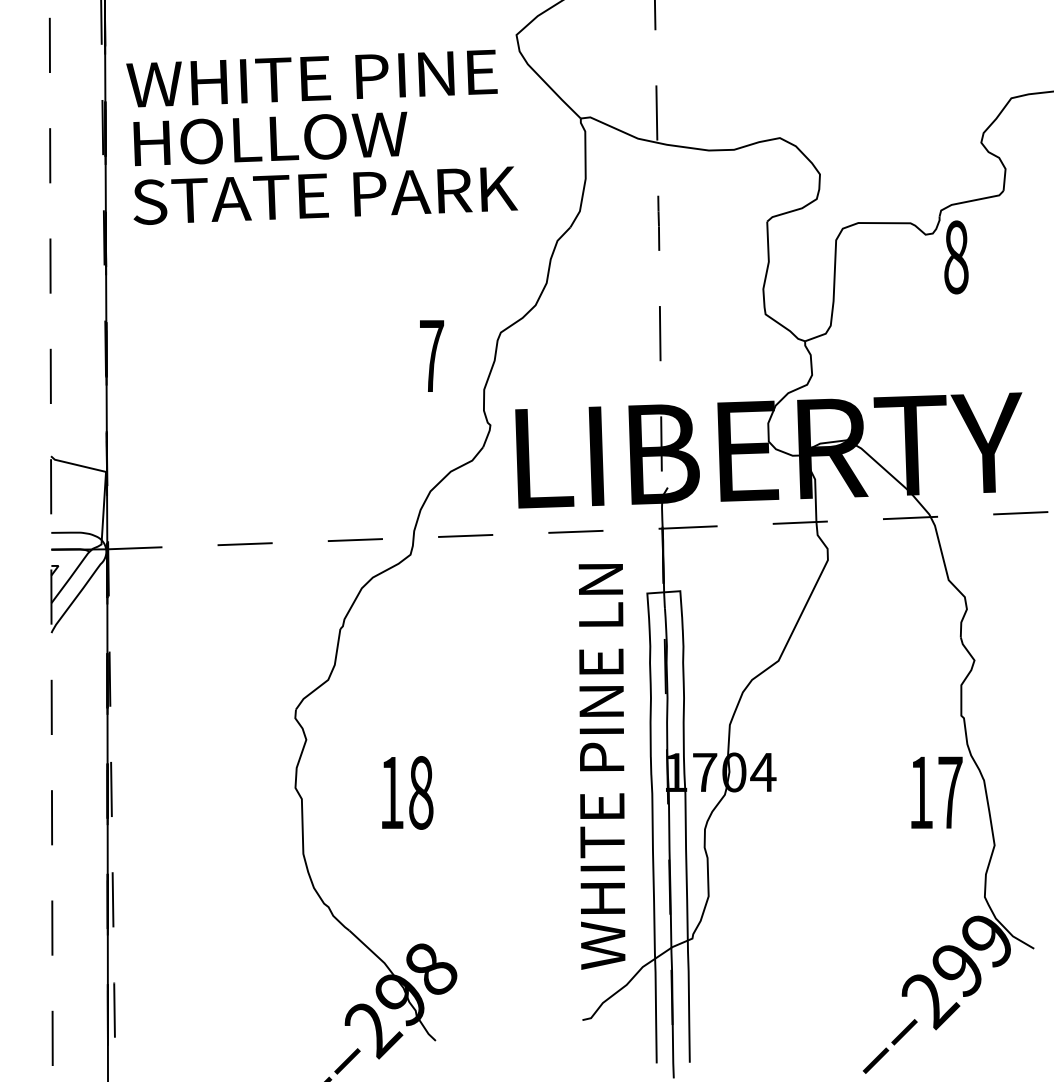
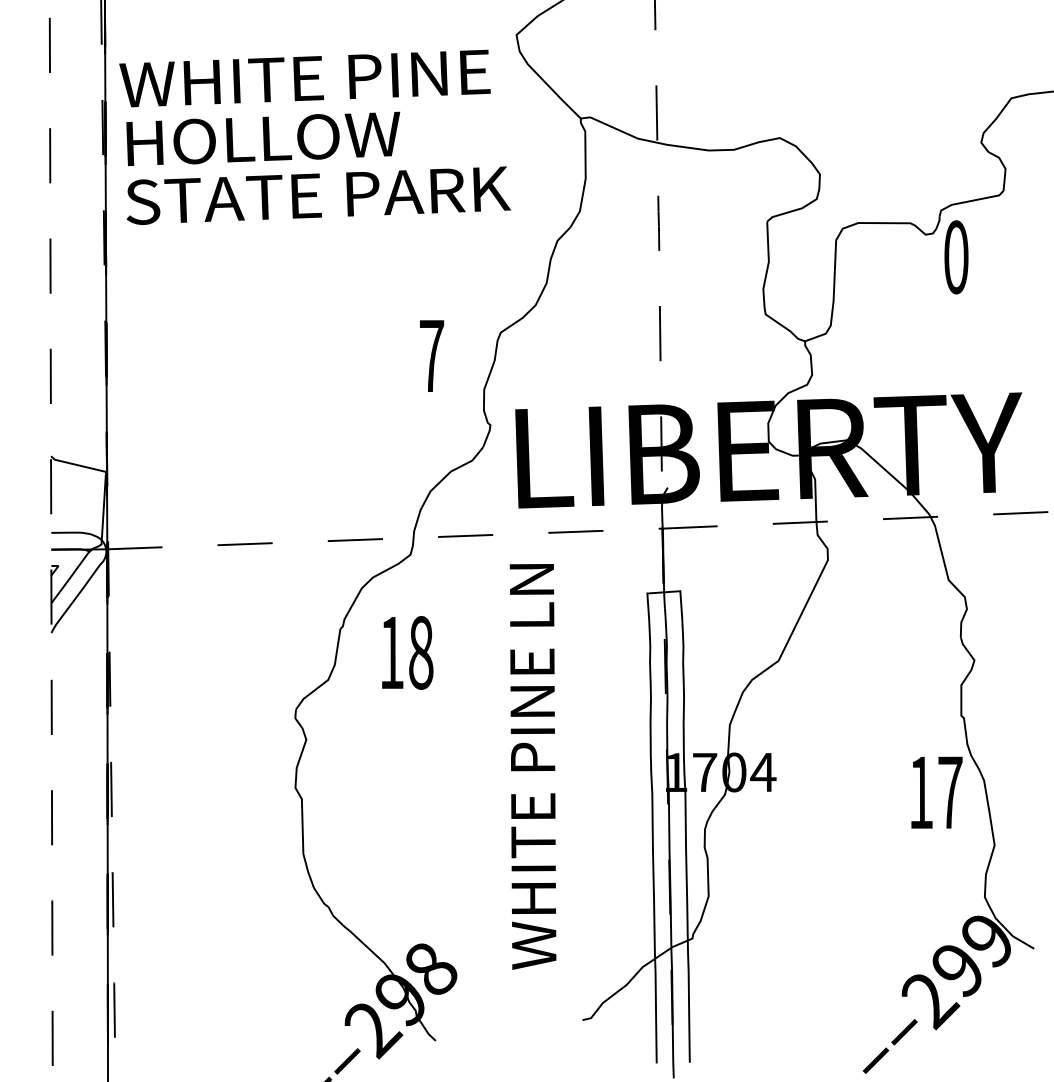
text at (322, 136) position: (322, 136) -> (315, 136)
text at (956, 257): 8 -> 0
text at (601, 766) position: (601, 766) -> (532, 766)
text at (407, 792) position: (407, 792) -> (407, 652)
